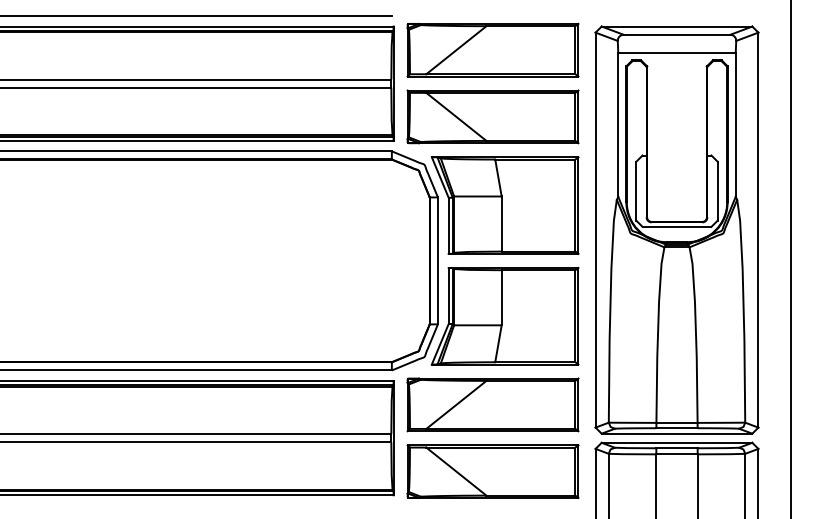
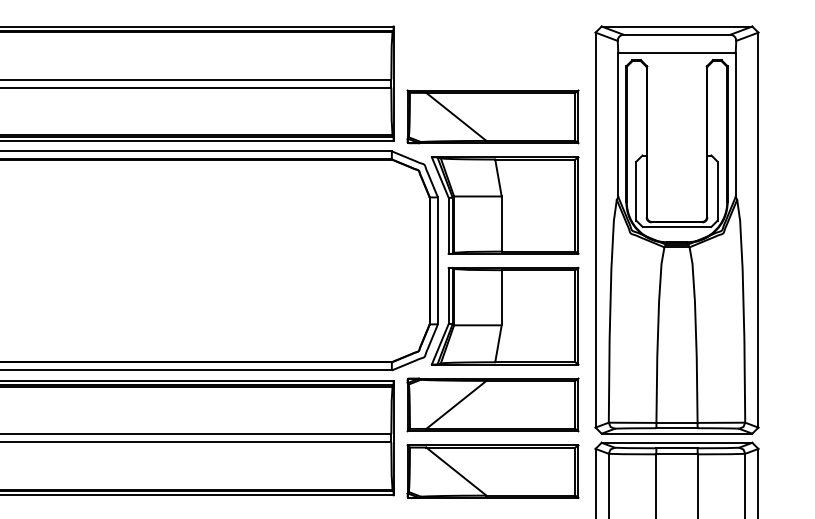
line at (196, 15): present -> none
part at (492, 49): present -> none
line at (790, 258): present -> none
